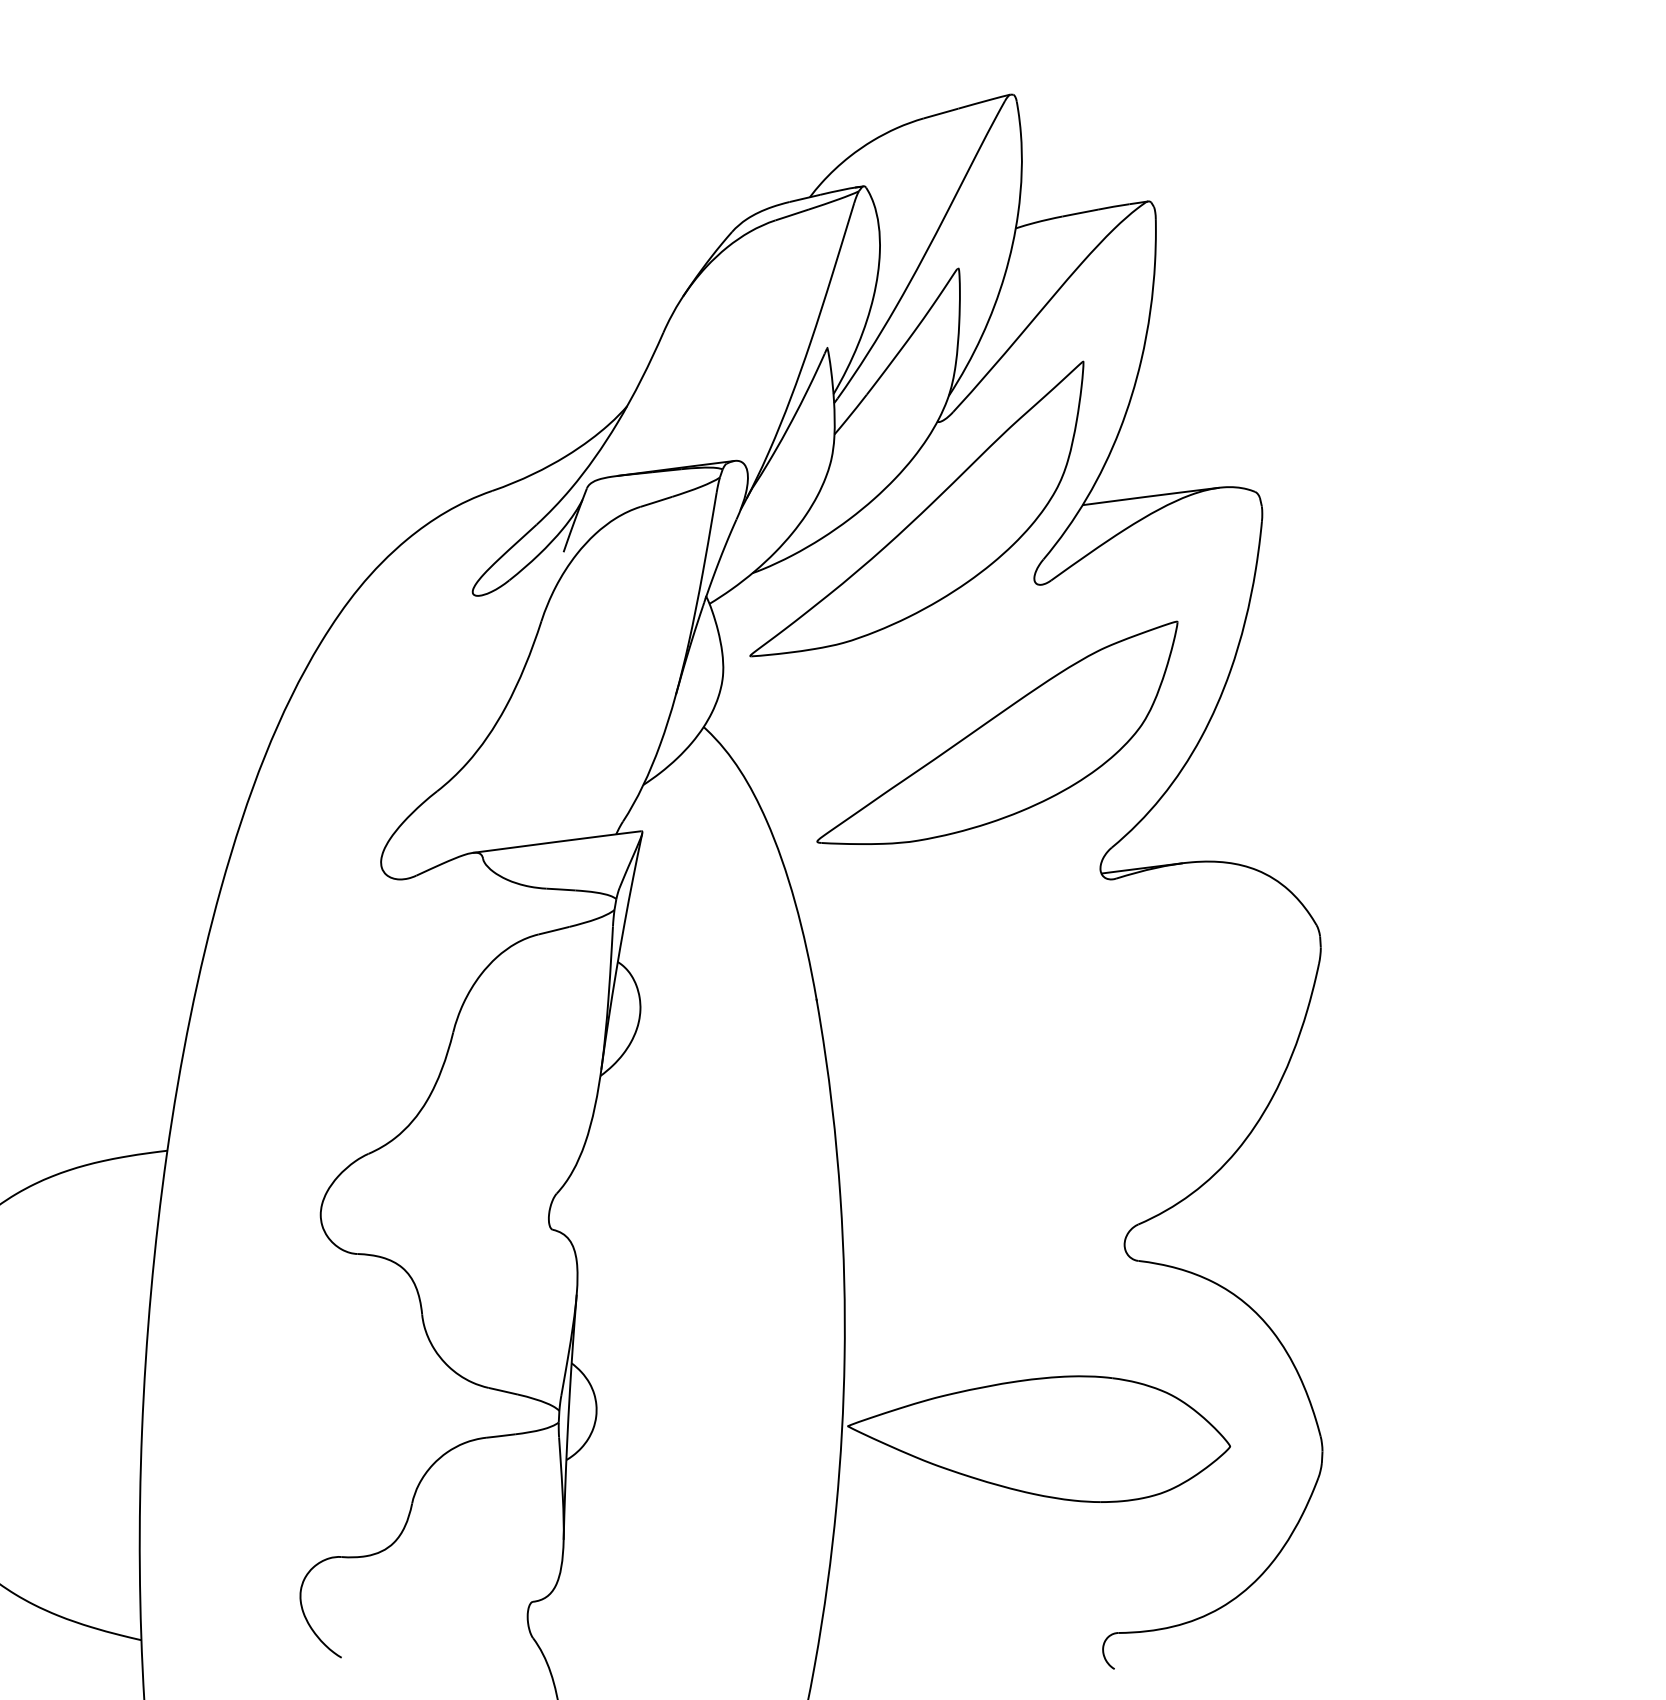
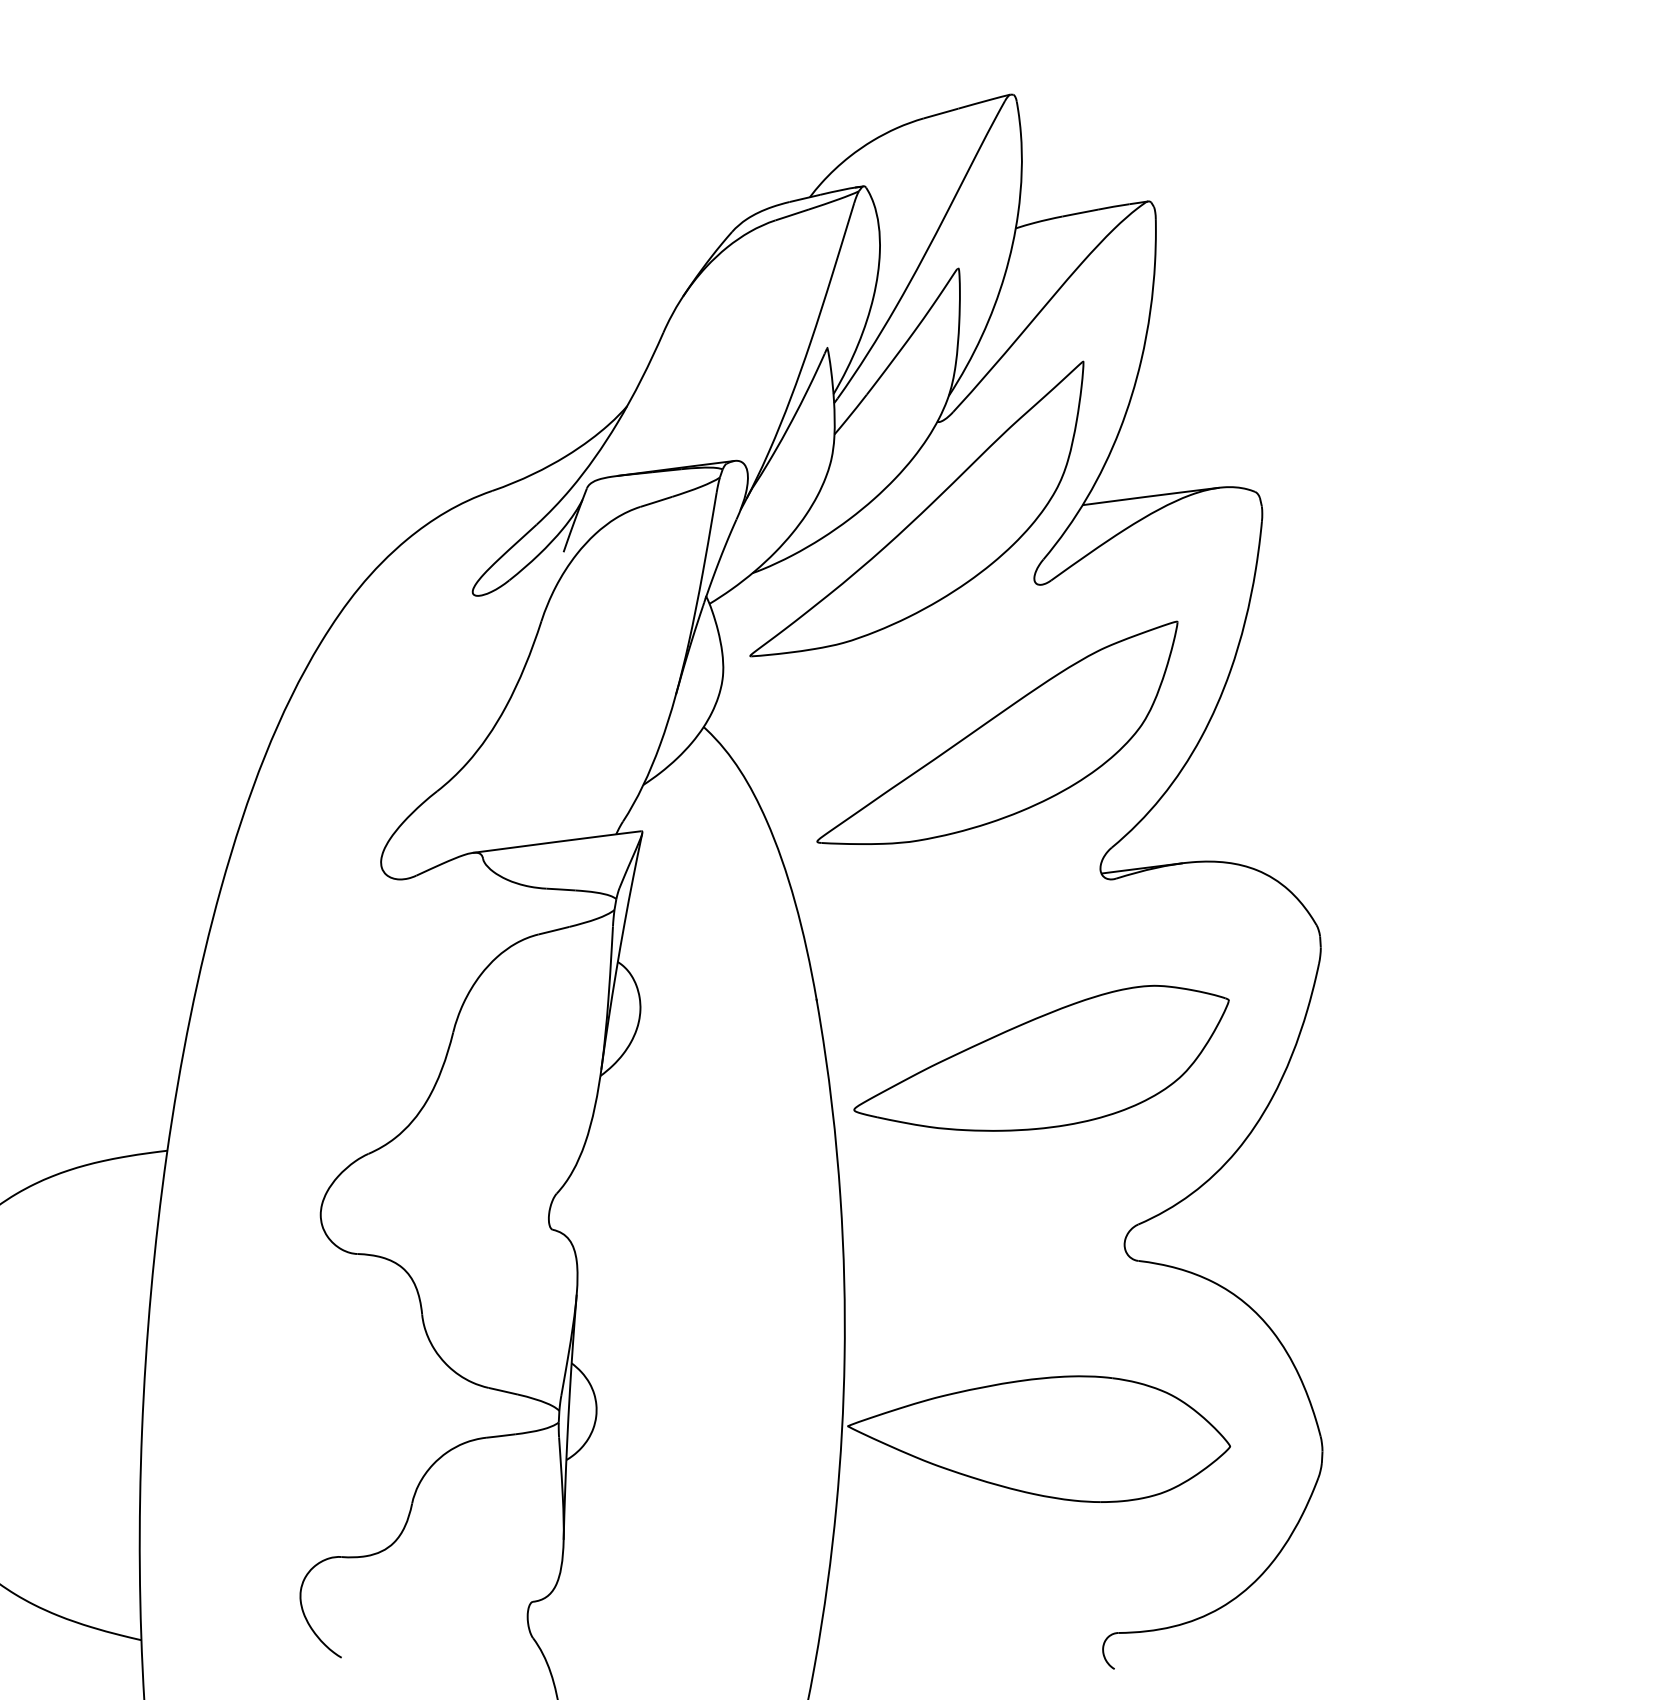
part at (1041, 1057): none -> present
